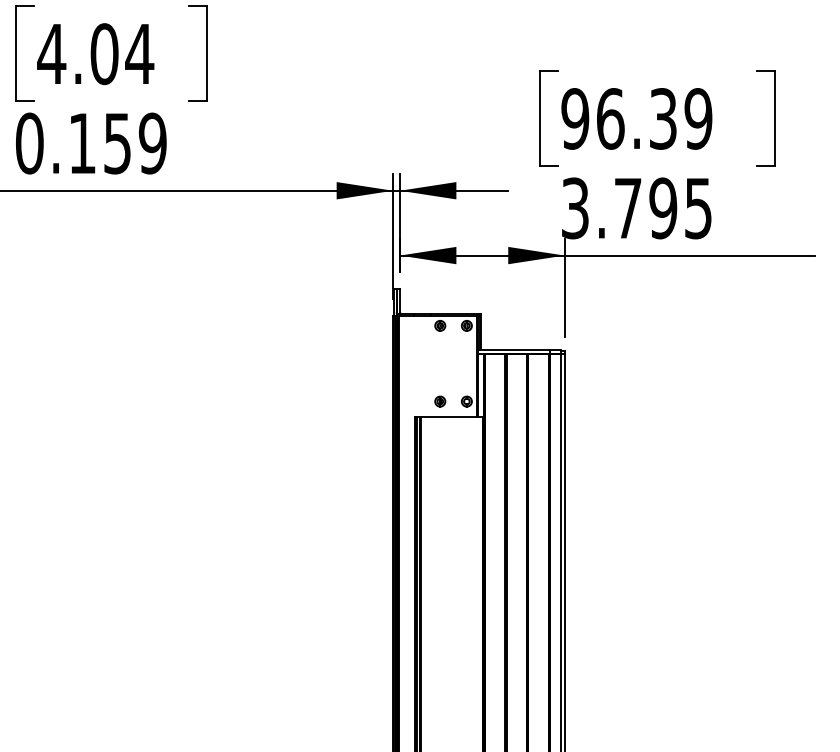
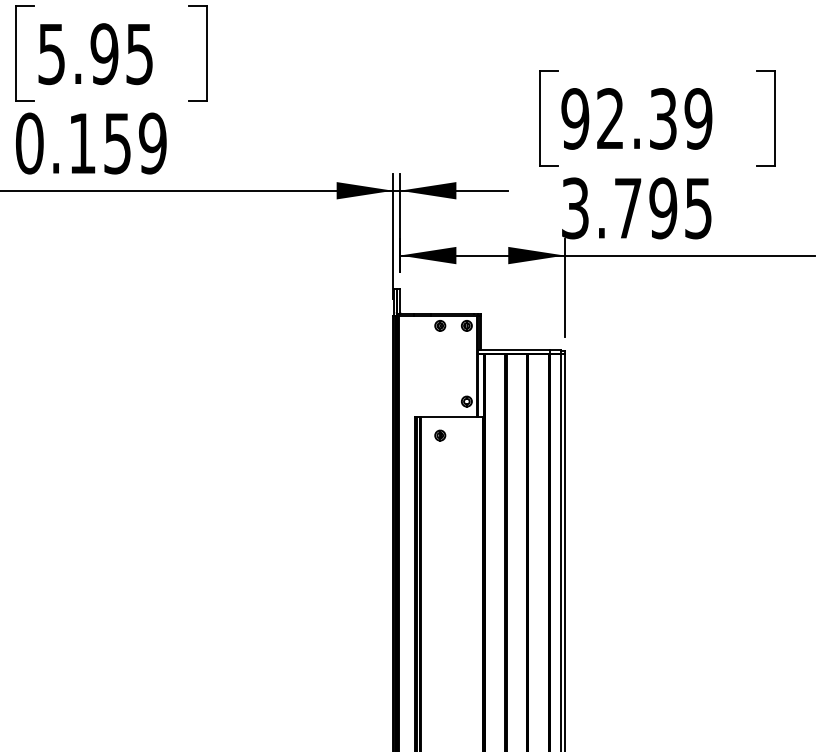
text at (95, 54): 4.04 -> 5.95
text at (610, 118): 96.39 -> 92.39
part at (440, 401) position: (440, 401) -> (440, 435)
